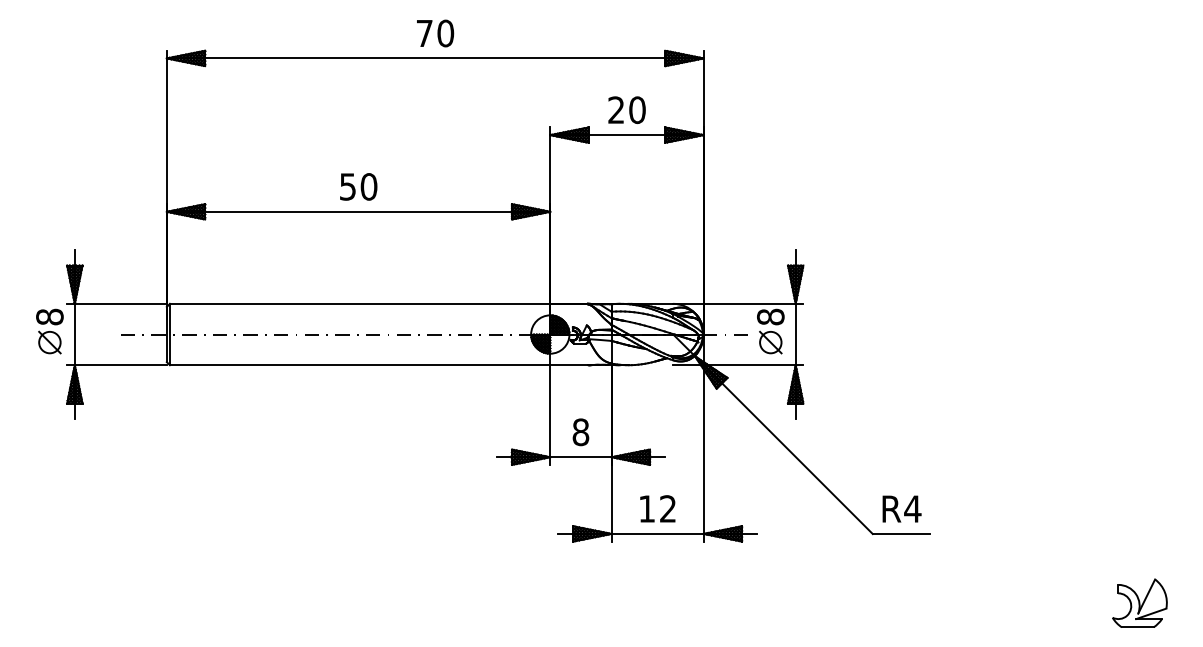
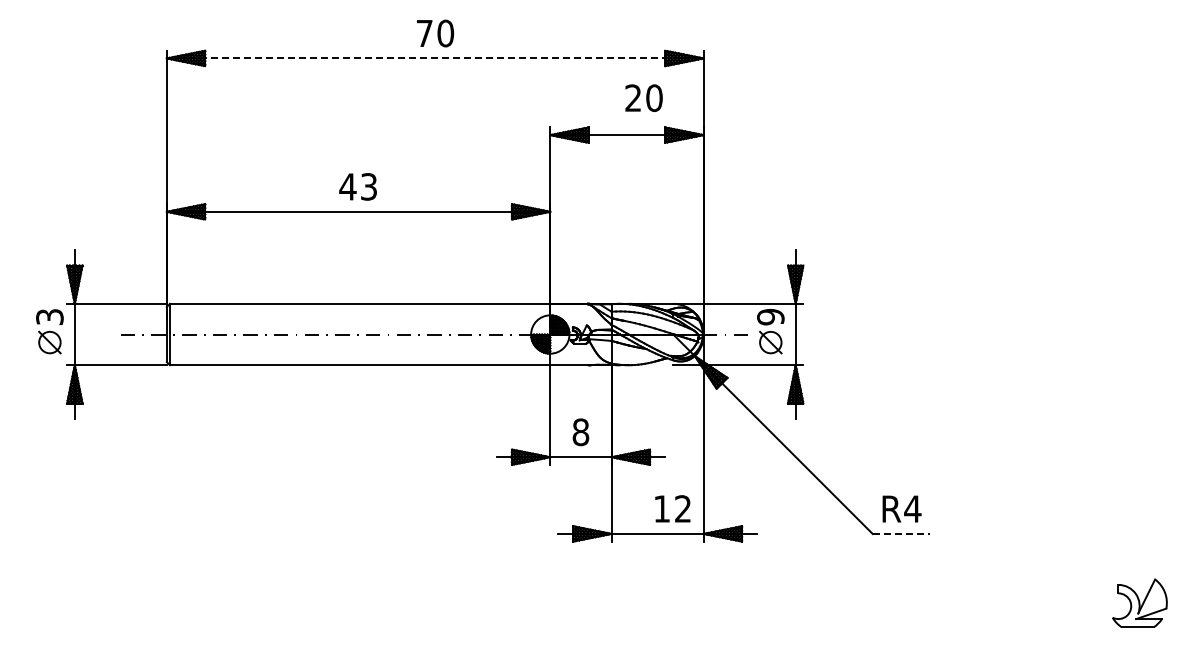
line at (435, 58): solid -> dashed
text at (626, 110) position: (626, 110) -> (643, 98)
text at (358, 186): 50 -> 43
text at (49, 316): 8 -> 3
text at (770, 316): 8 -> 9
text at (657, 508) position: (657, 508) -> (672, 508)
line at (901, 534): solid -> dashed
